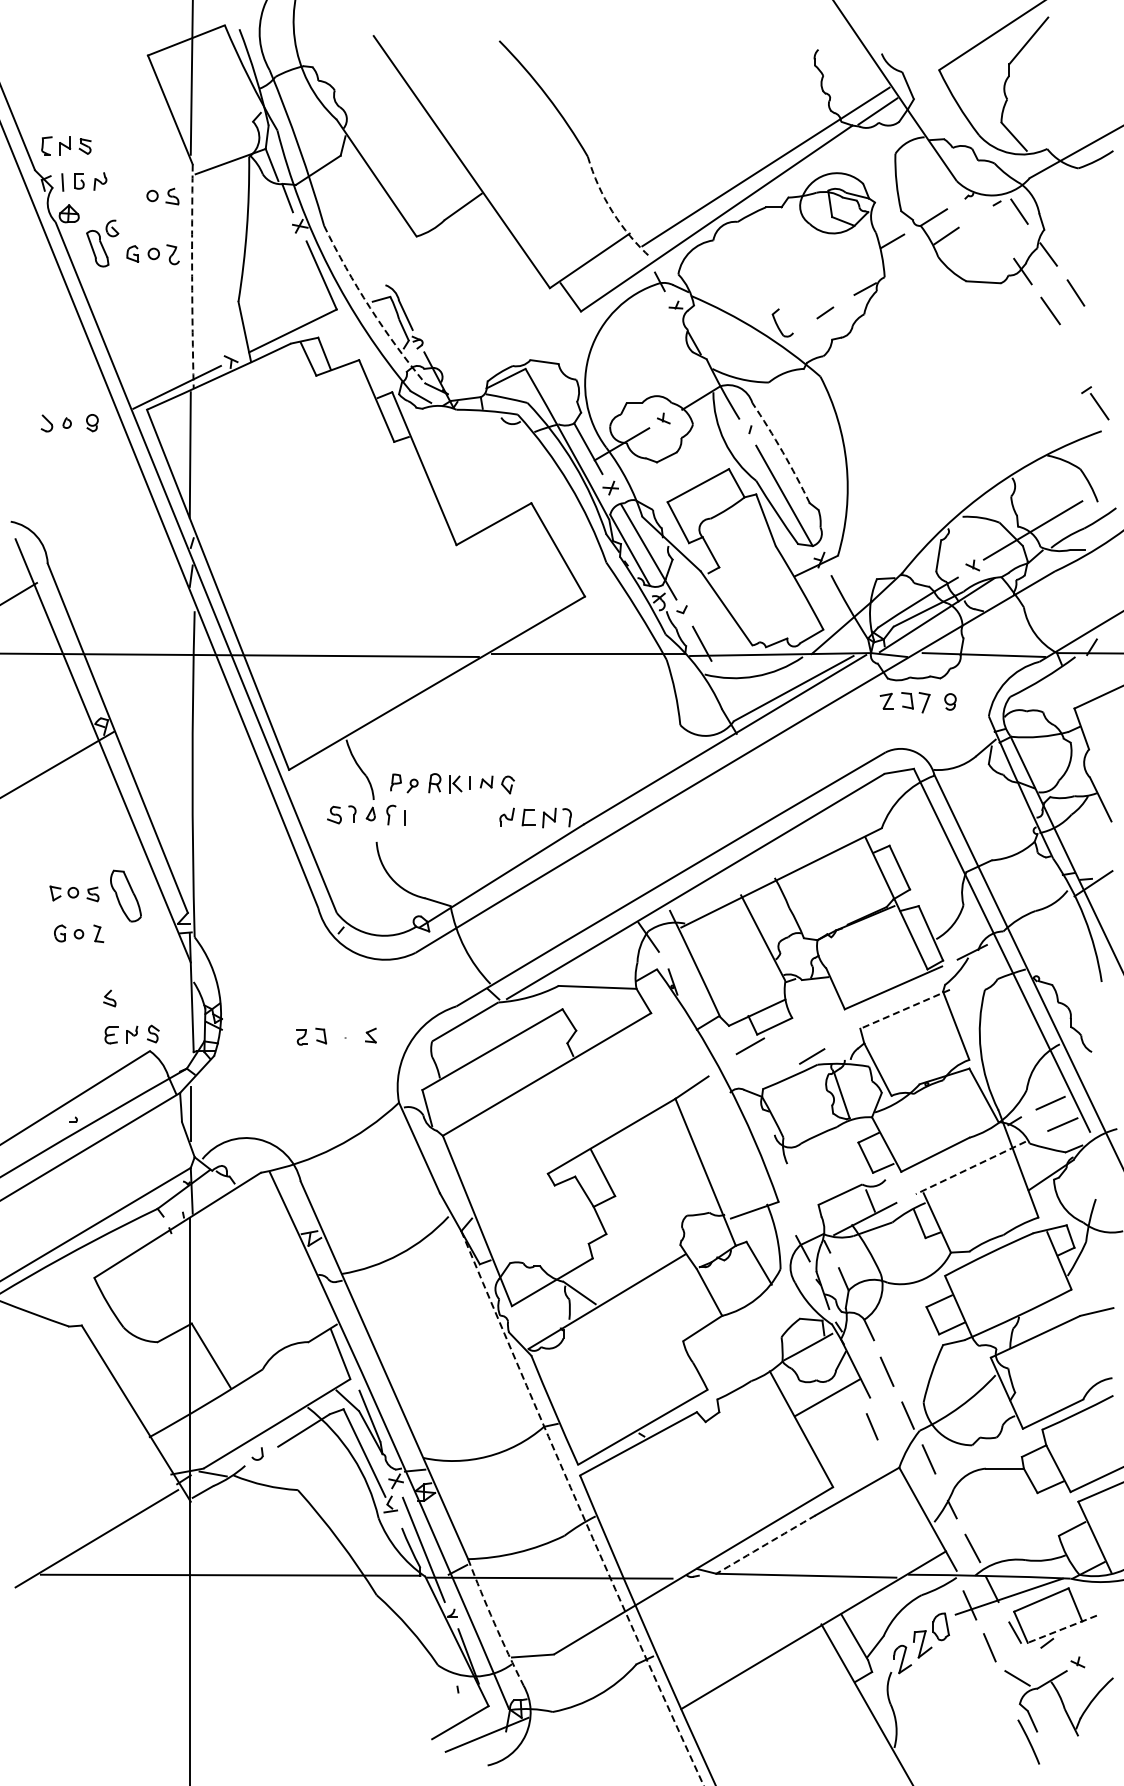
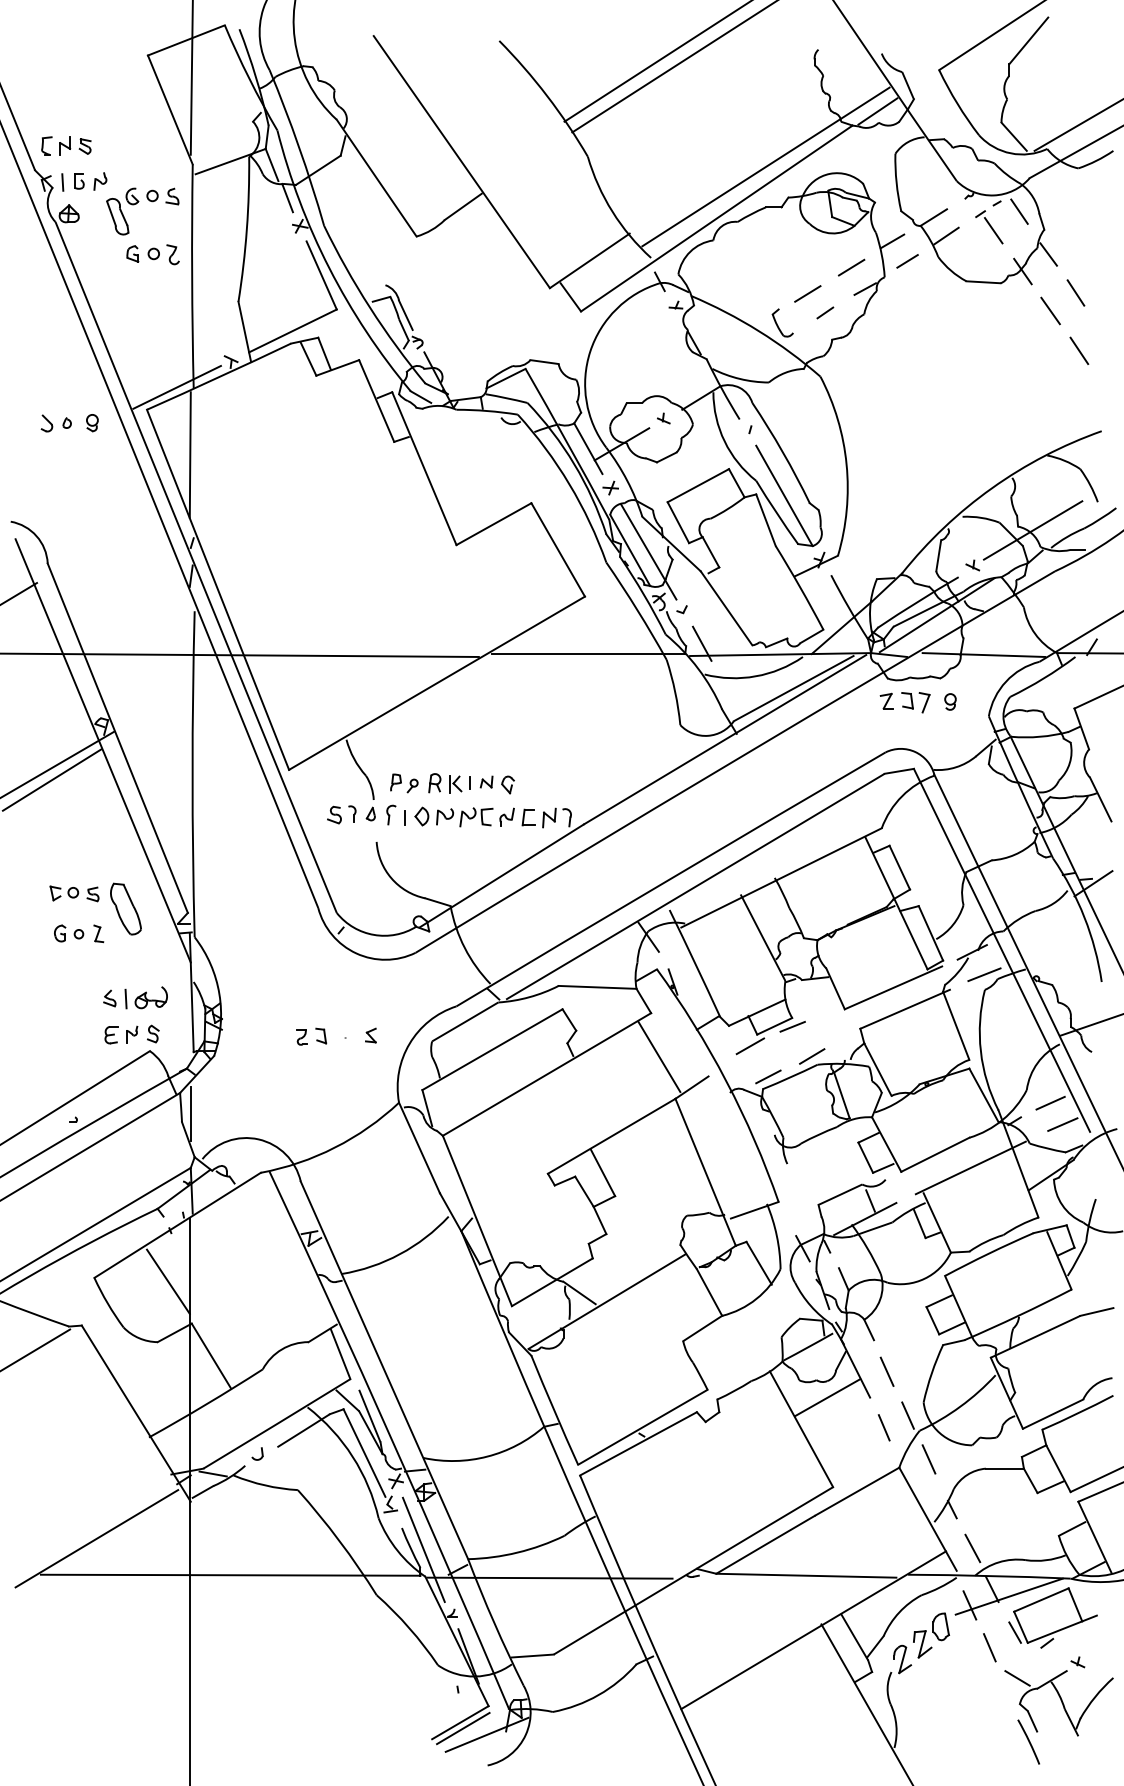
line at (656, 61): none -> present
line at (673, 67): none -> present
line at (1077, 125): none -> present
arc at (612, 211): dashed -> solid
part at (102, 243) position: (102, 243) -> (122, 211)
line at (907, 261): none -> present
line at (851, 267): none -> present
arc at (192, 276): dashed -> solid
line at (807, 293): none -> present
arc at (370, 307): dashed -> solid
line at (1079, 350): none -> present
part at (1095, 403) position: (1095, 403) -> (989, 227)
arc at (782, 452): dashed -> solid
line at (51, 779): none -> present
part at (453, 816): none -> present
part at (125, 895) position: (125, 895) -> (125, 908)
line at (984, 974): none -> present
part at (145, 997): none -> present
line at (905, 1009): dashed -> solid
line at (1090, 1025): none -> present
line at (792, 1026): none -> present
line at (659, 1056): none -> present
line at (768, 1076): none -> present
line at (970, 1167): dashed -> solid
line at (168, 1281): none -> present
line at (36, 1349): none -> present
line at (871, 1426) position: (871, 1426) -> (883, 1427)
arc at (580, 1510): dashed -> solid
arc at (765, 1544): dashed -> solid
arc at (494, 1623): dashed -> solid
line at (1061, 1629): dashed -> solid
line at (463, 1728): none -> present
